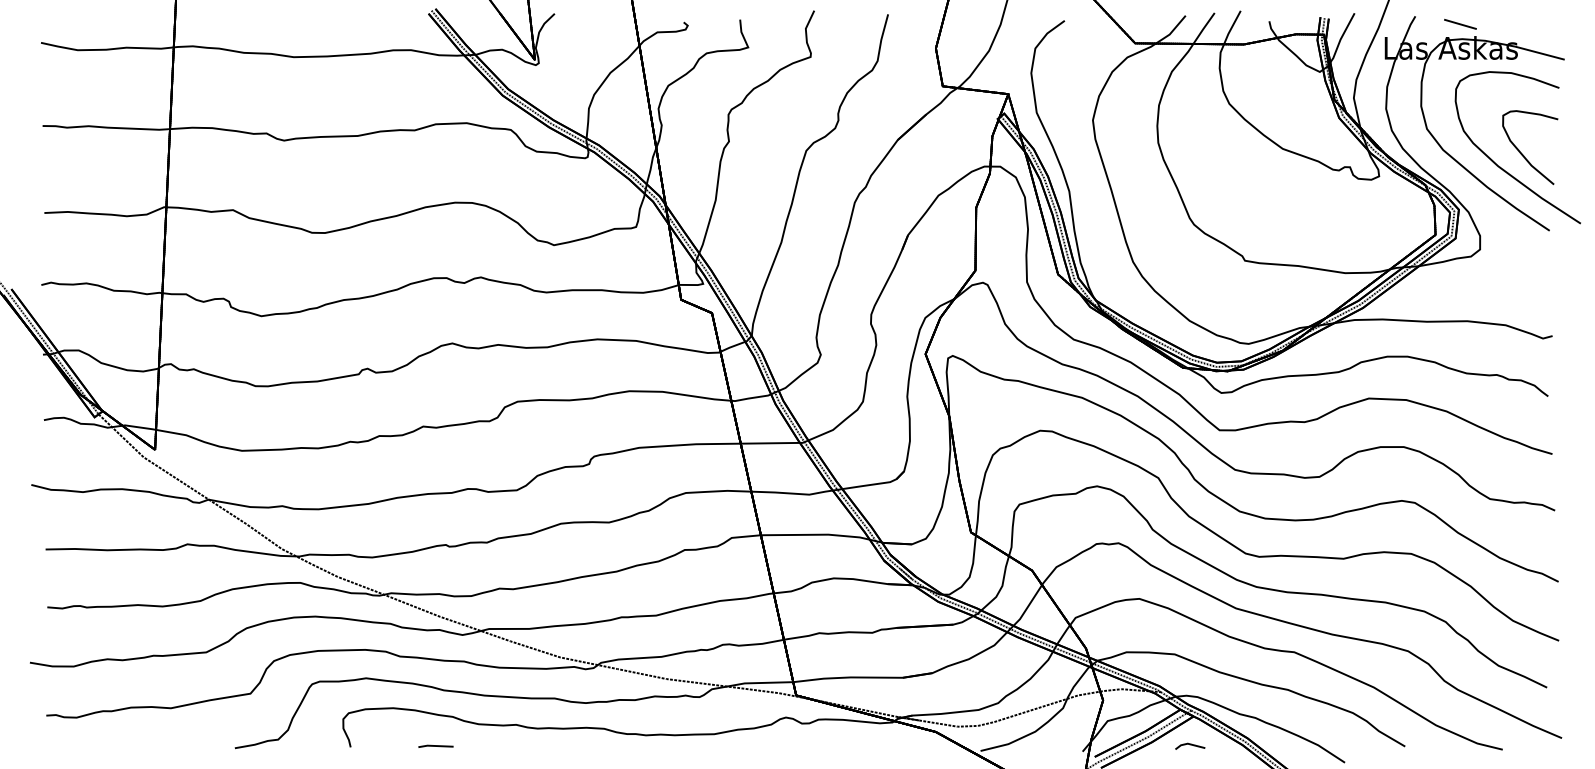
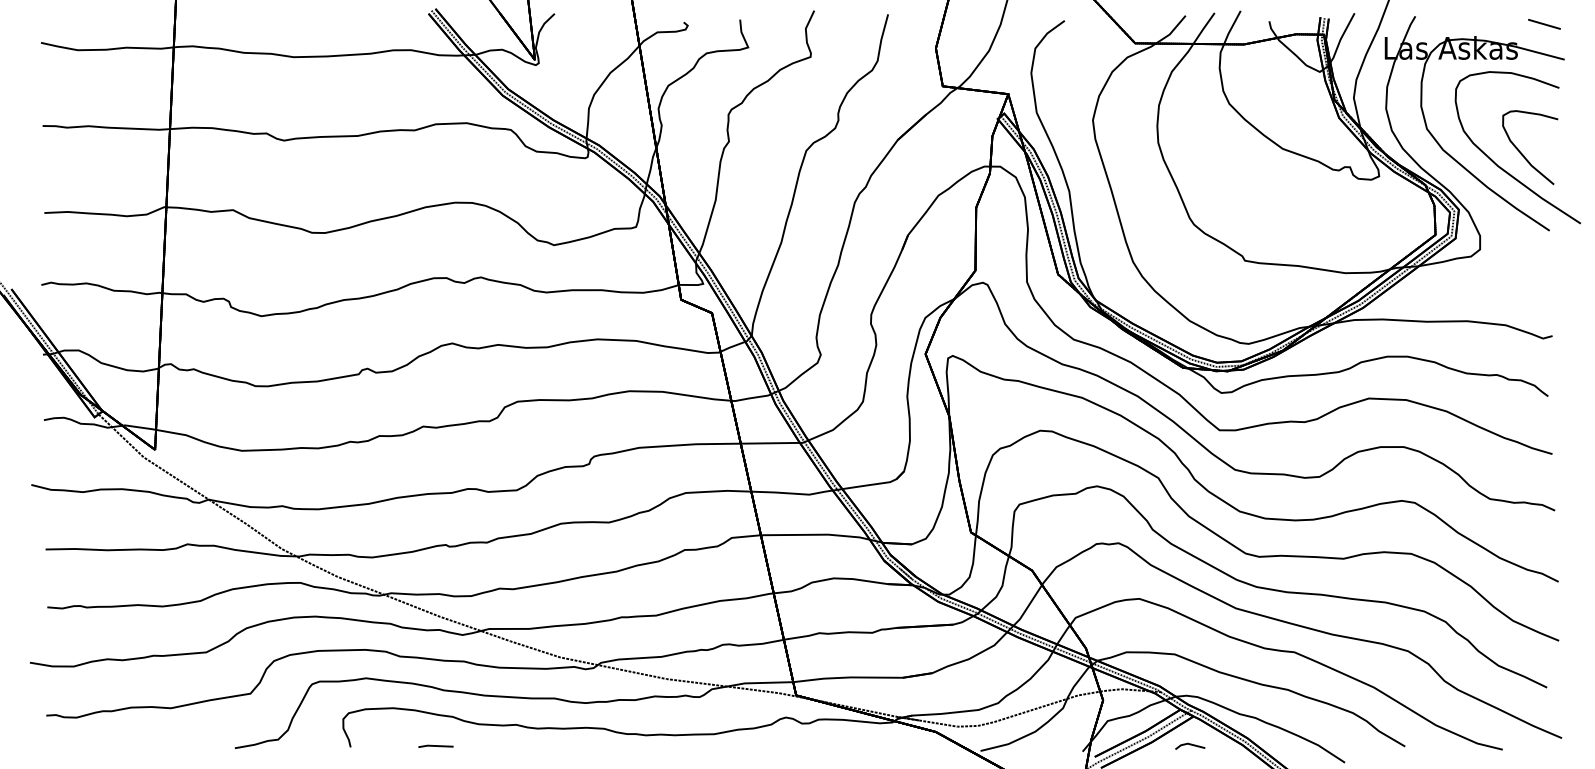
line at (1460, 23) position: (1460, 23) -> (1544, 23)
